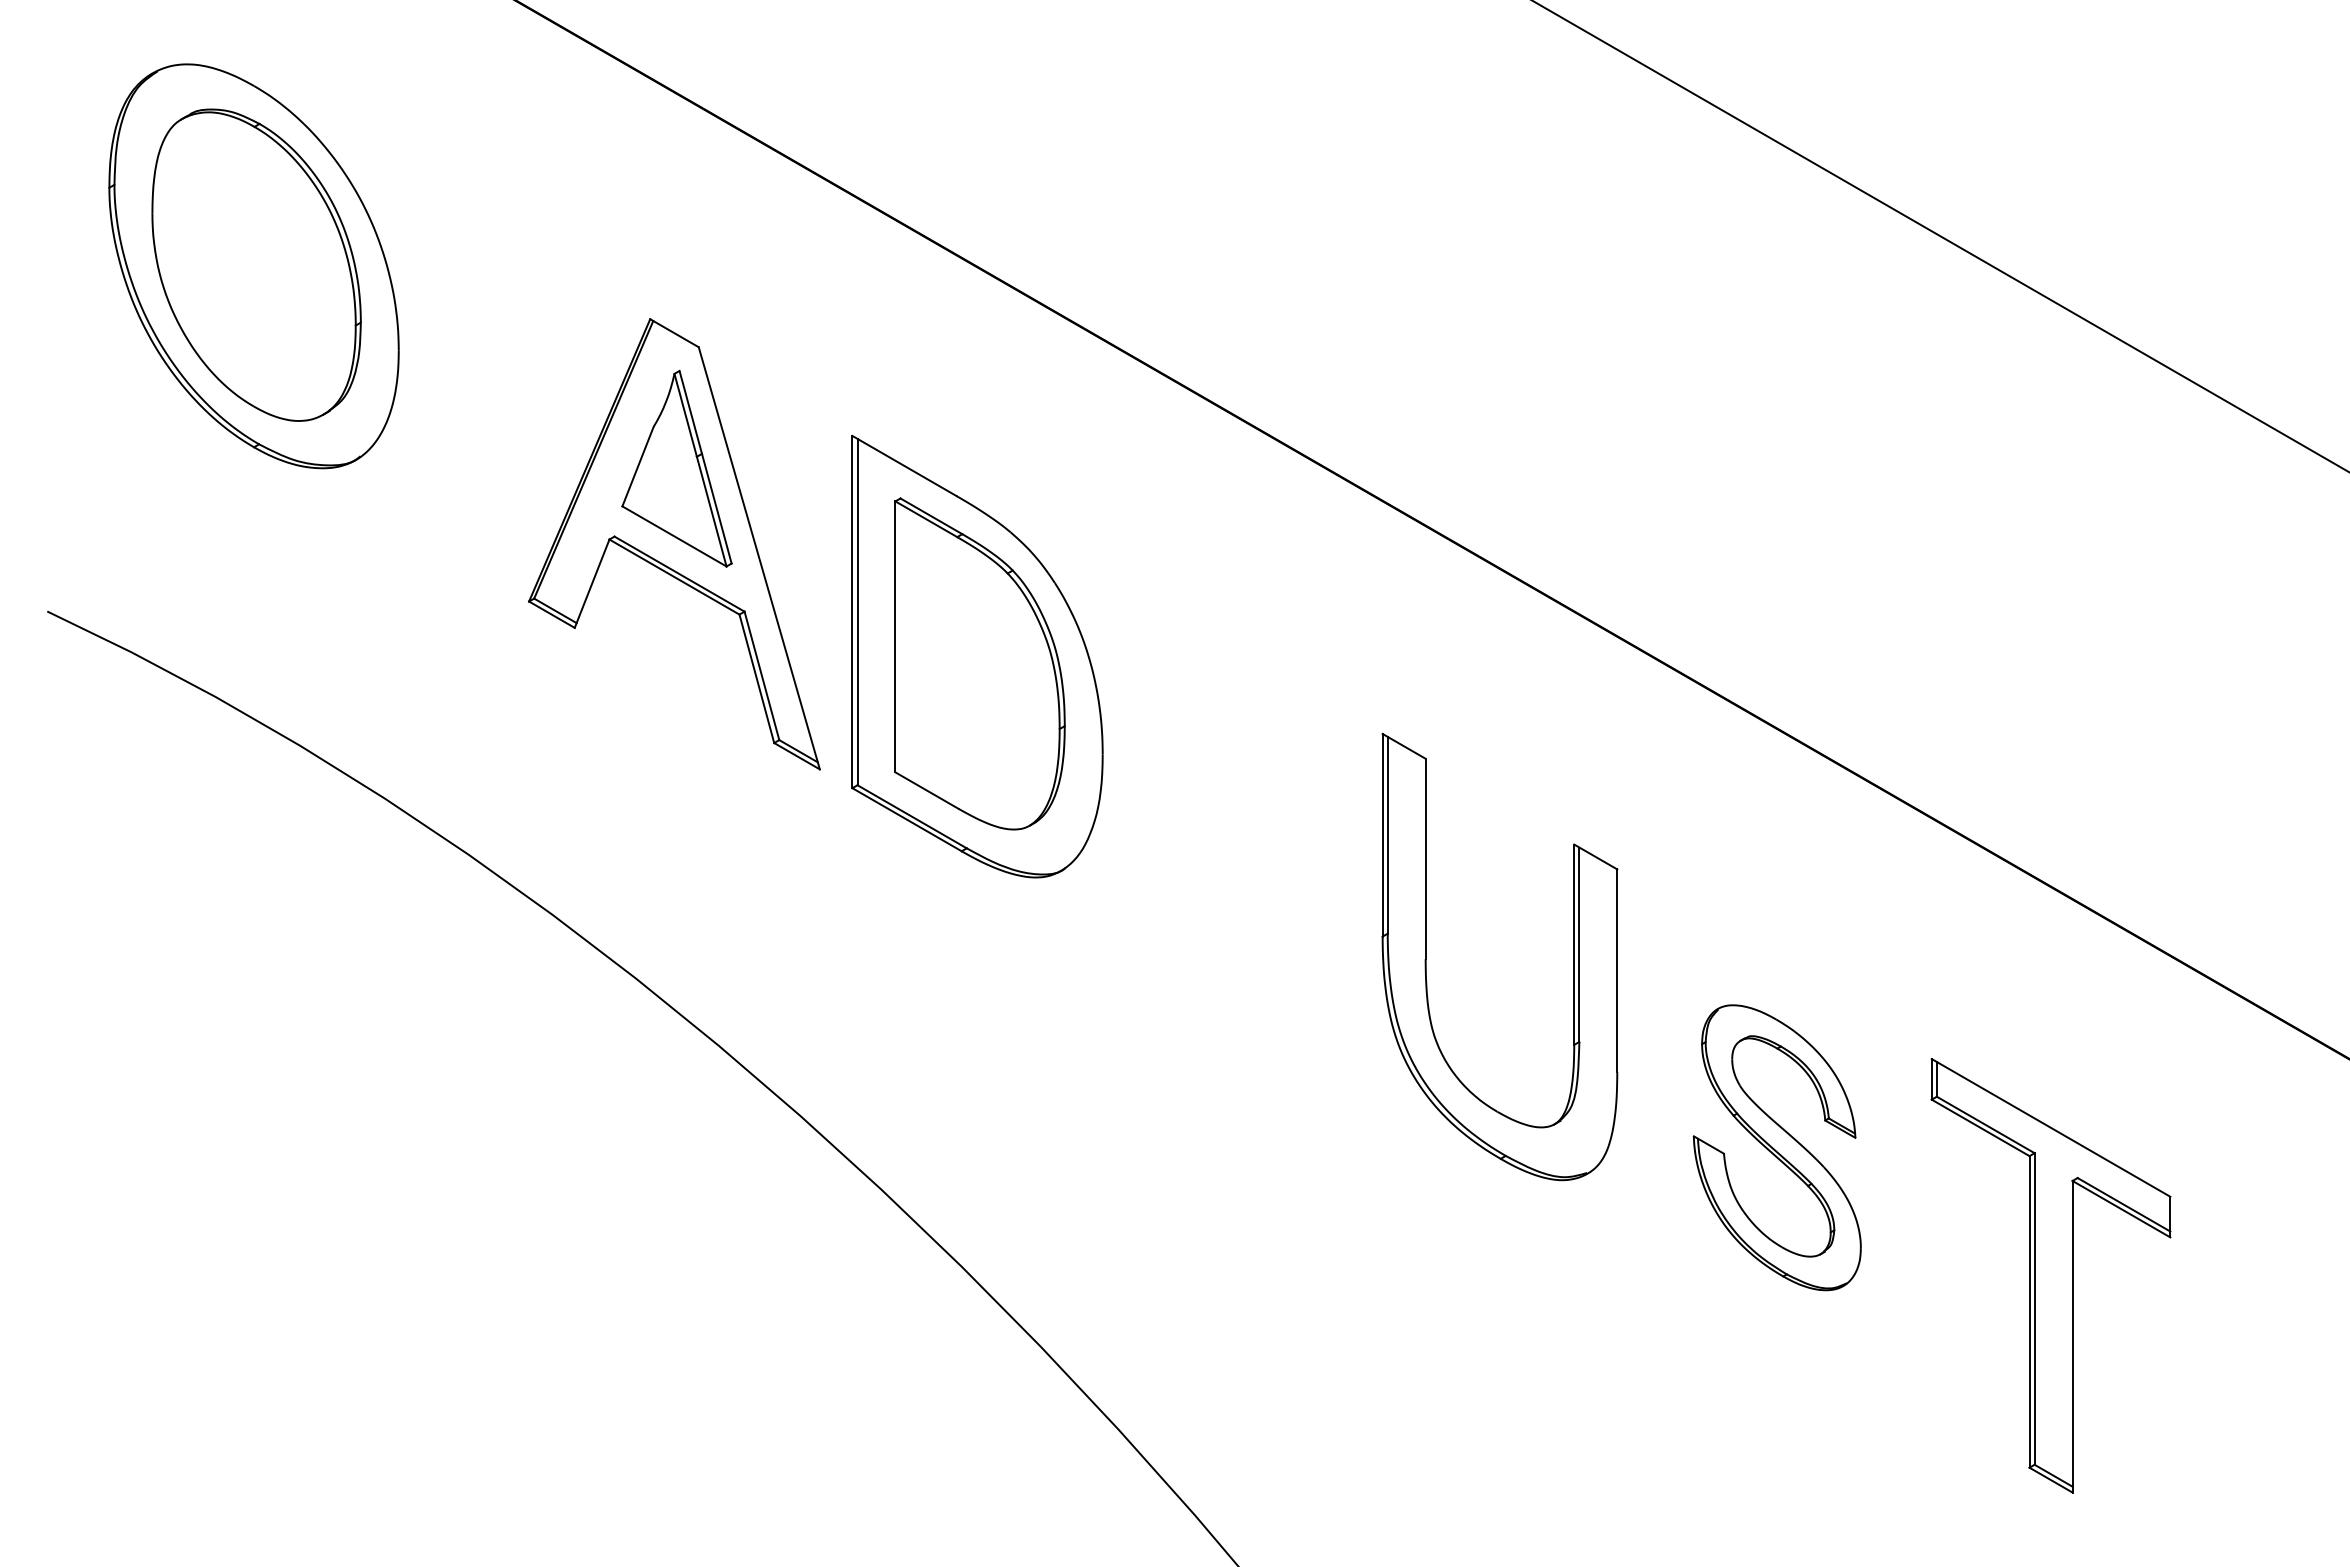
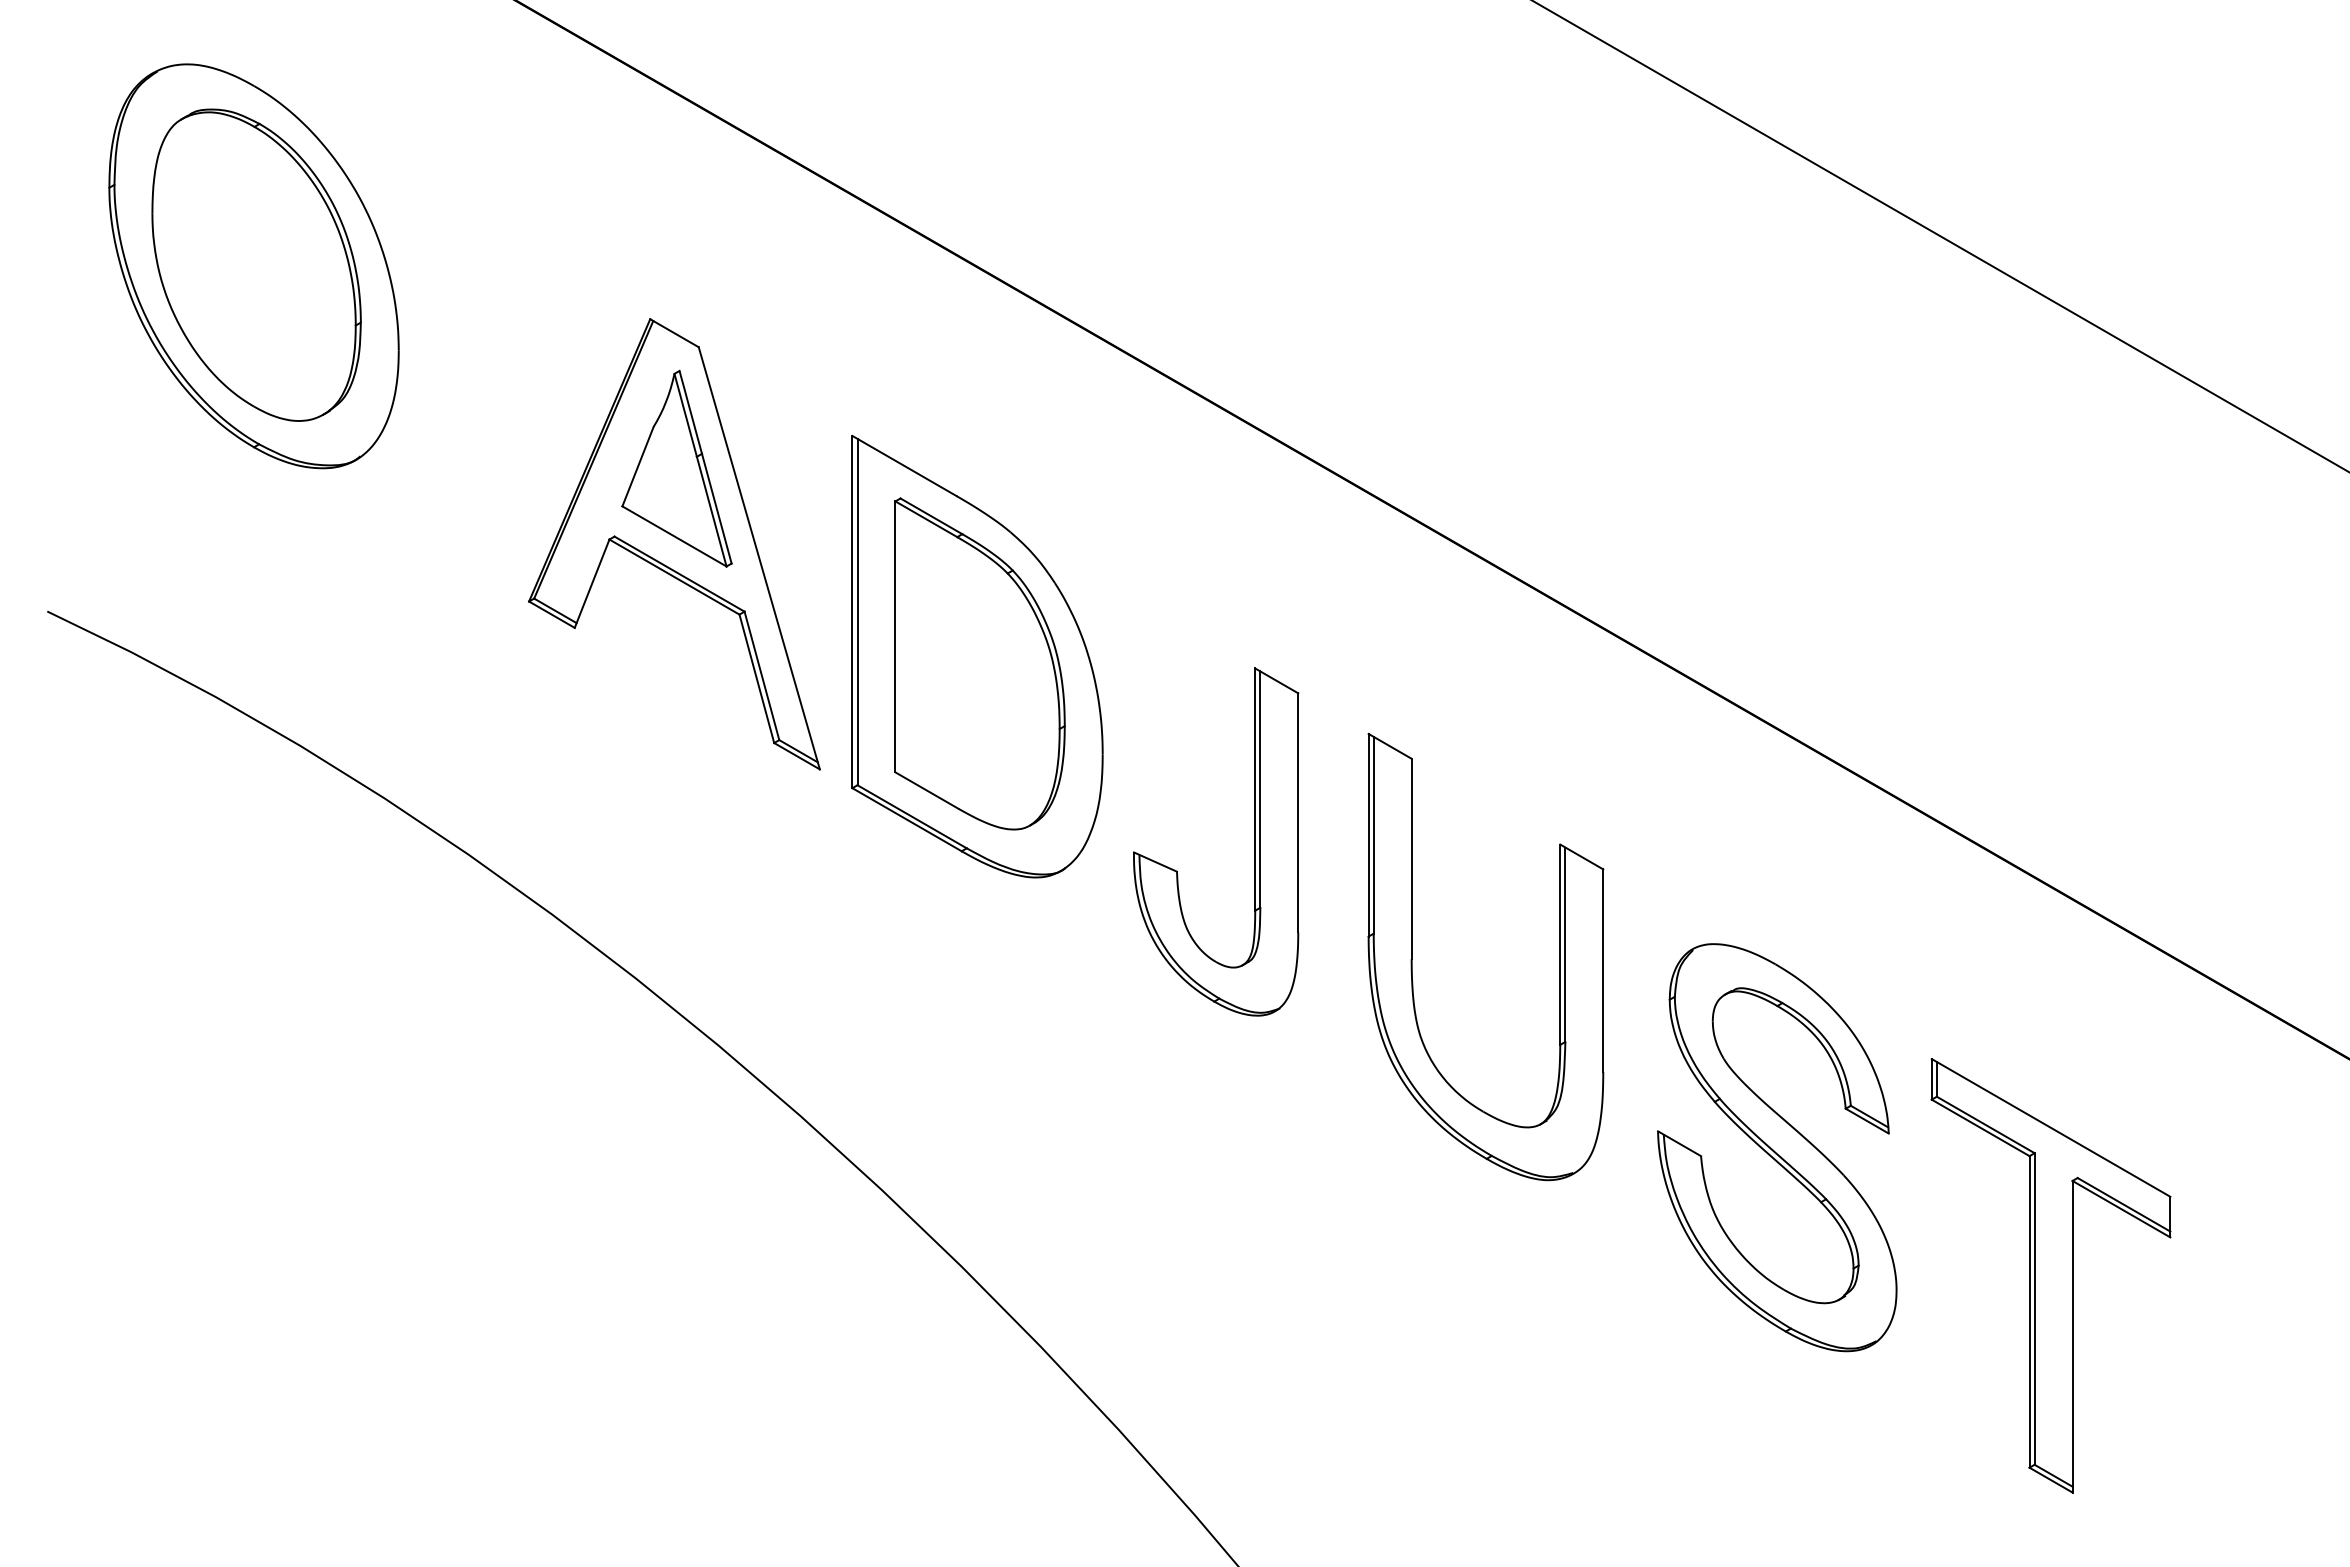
part at (1254, 841): none -> present
part at (1426, 956) position: (1426, 956) -> (1412, 956)
part at (1776, 1147) size: 170x288 px -> 241x410 px
